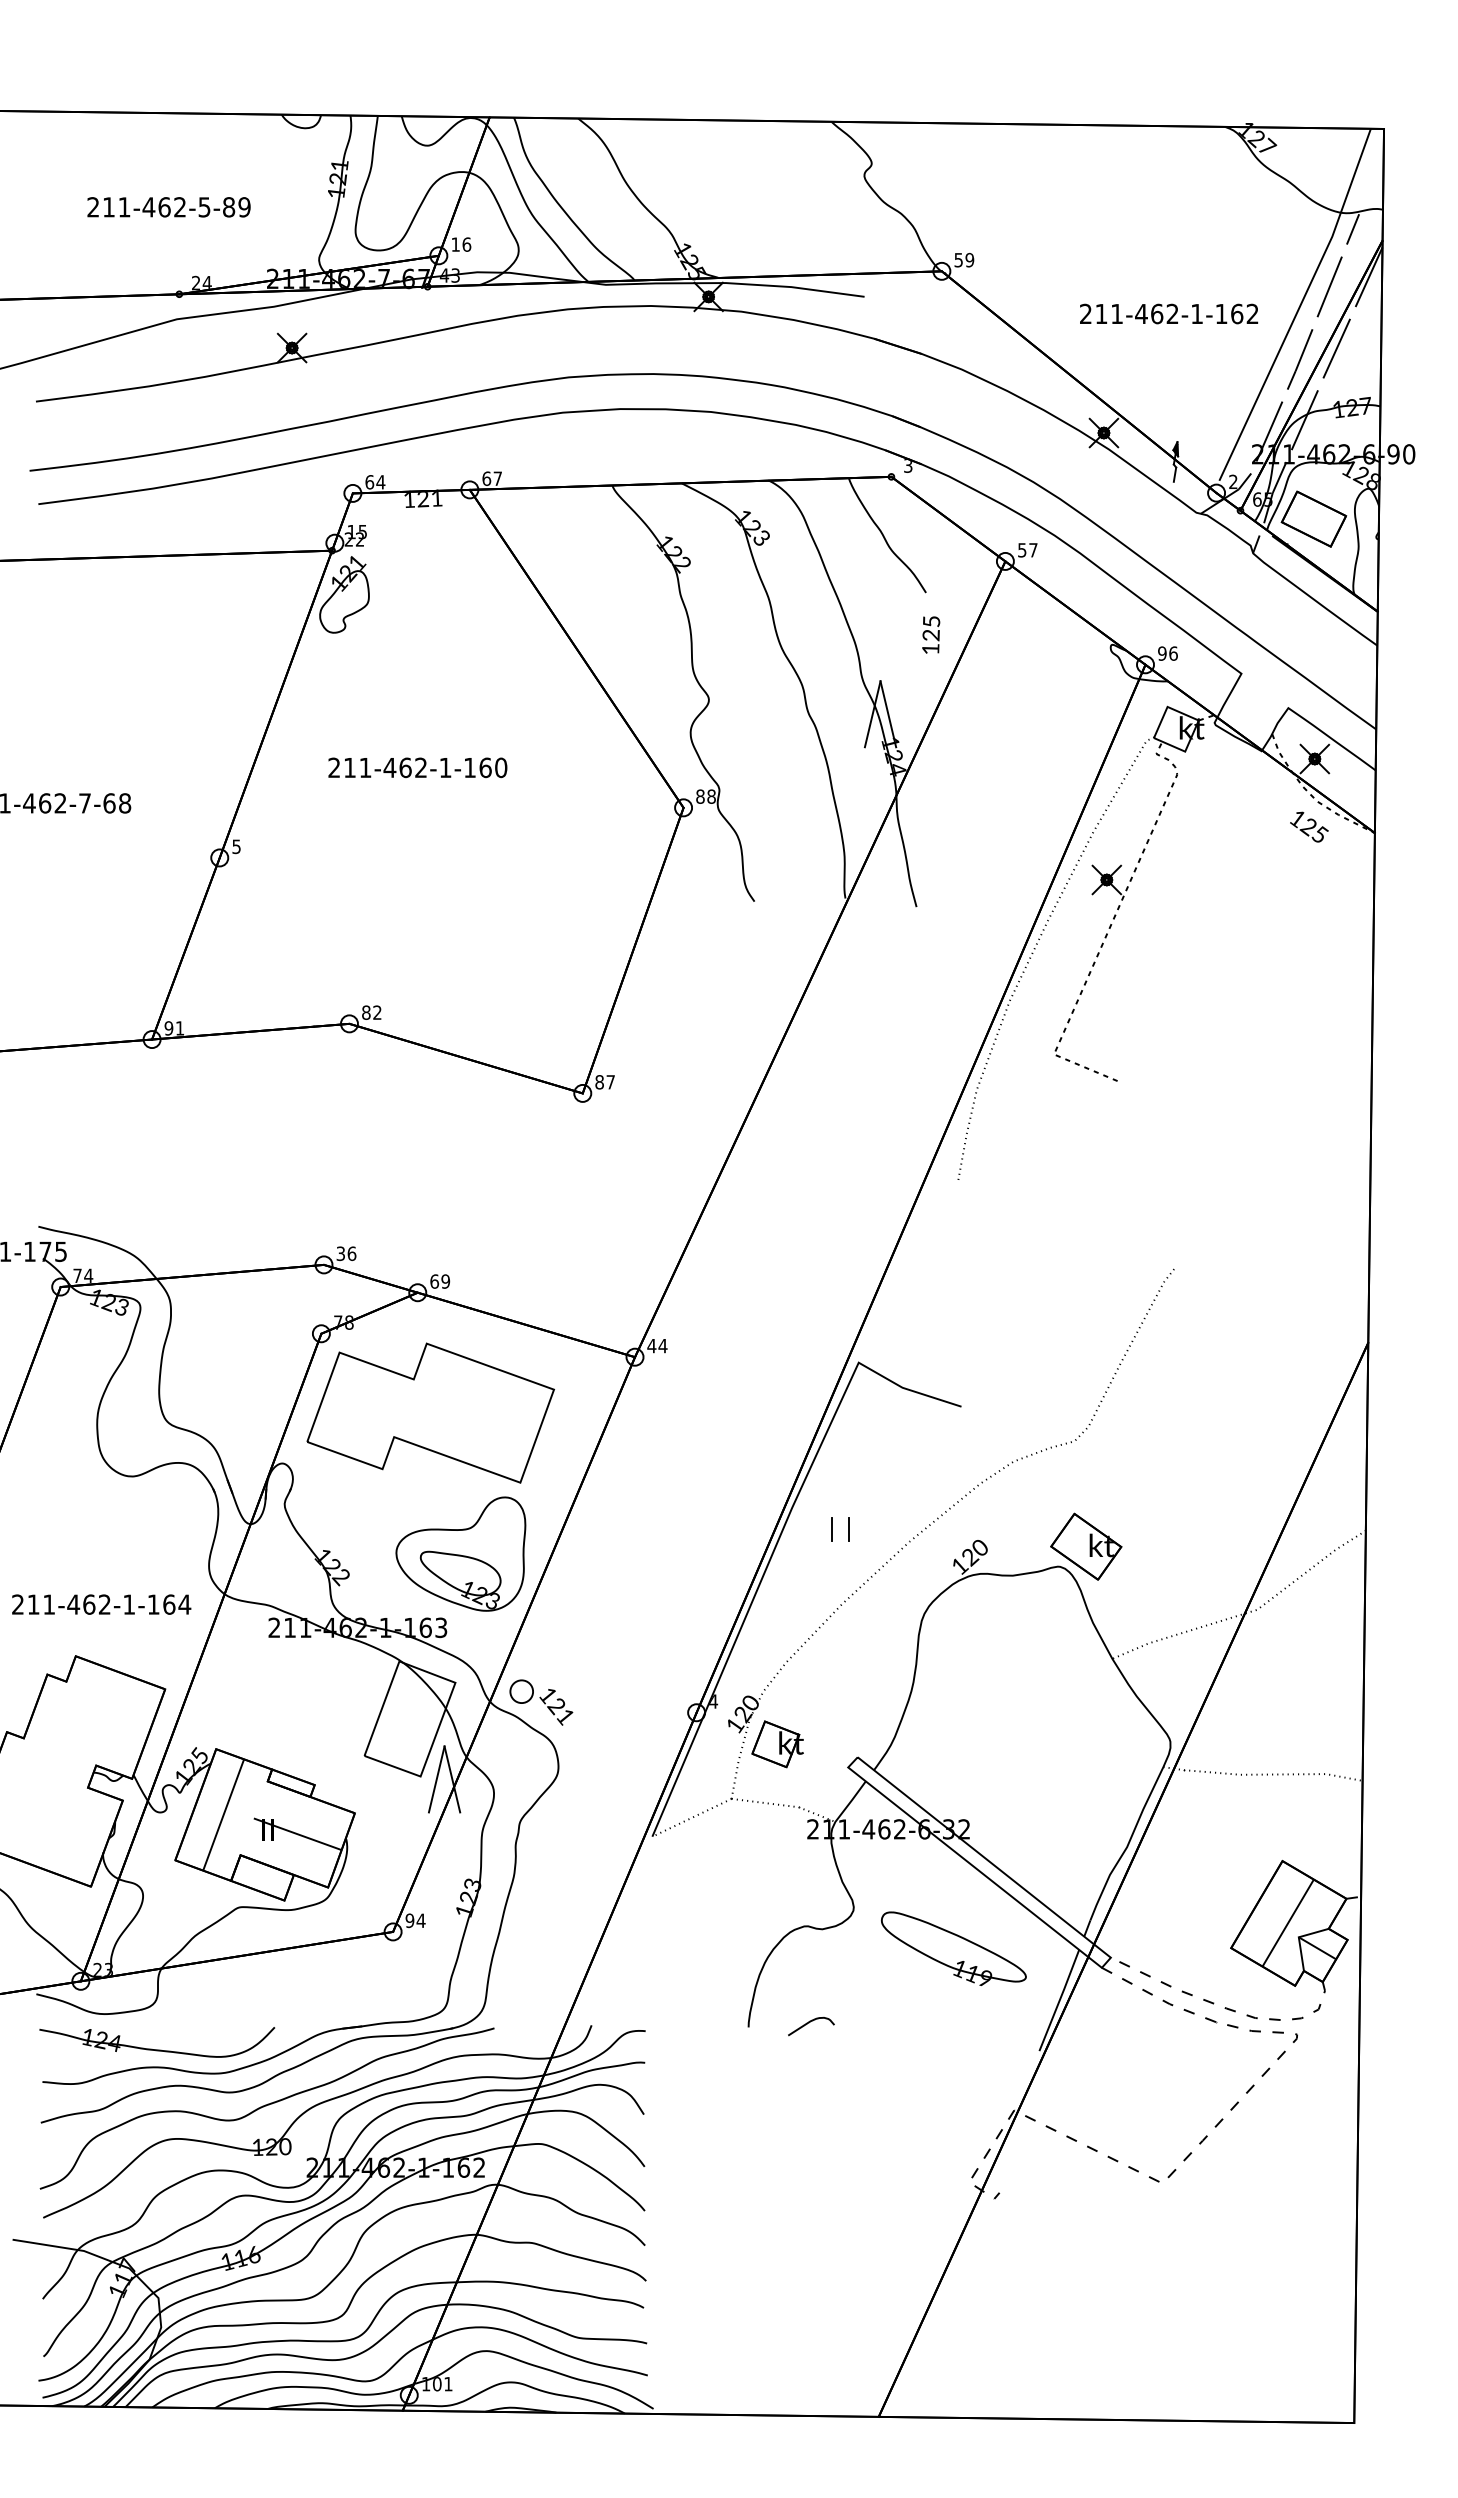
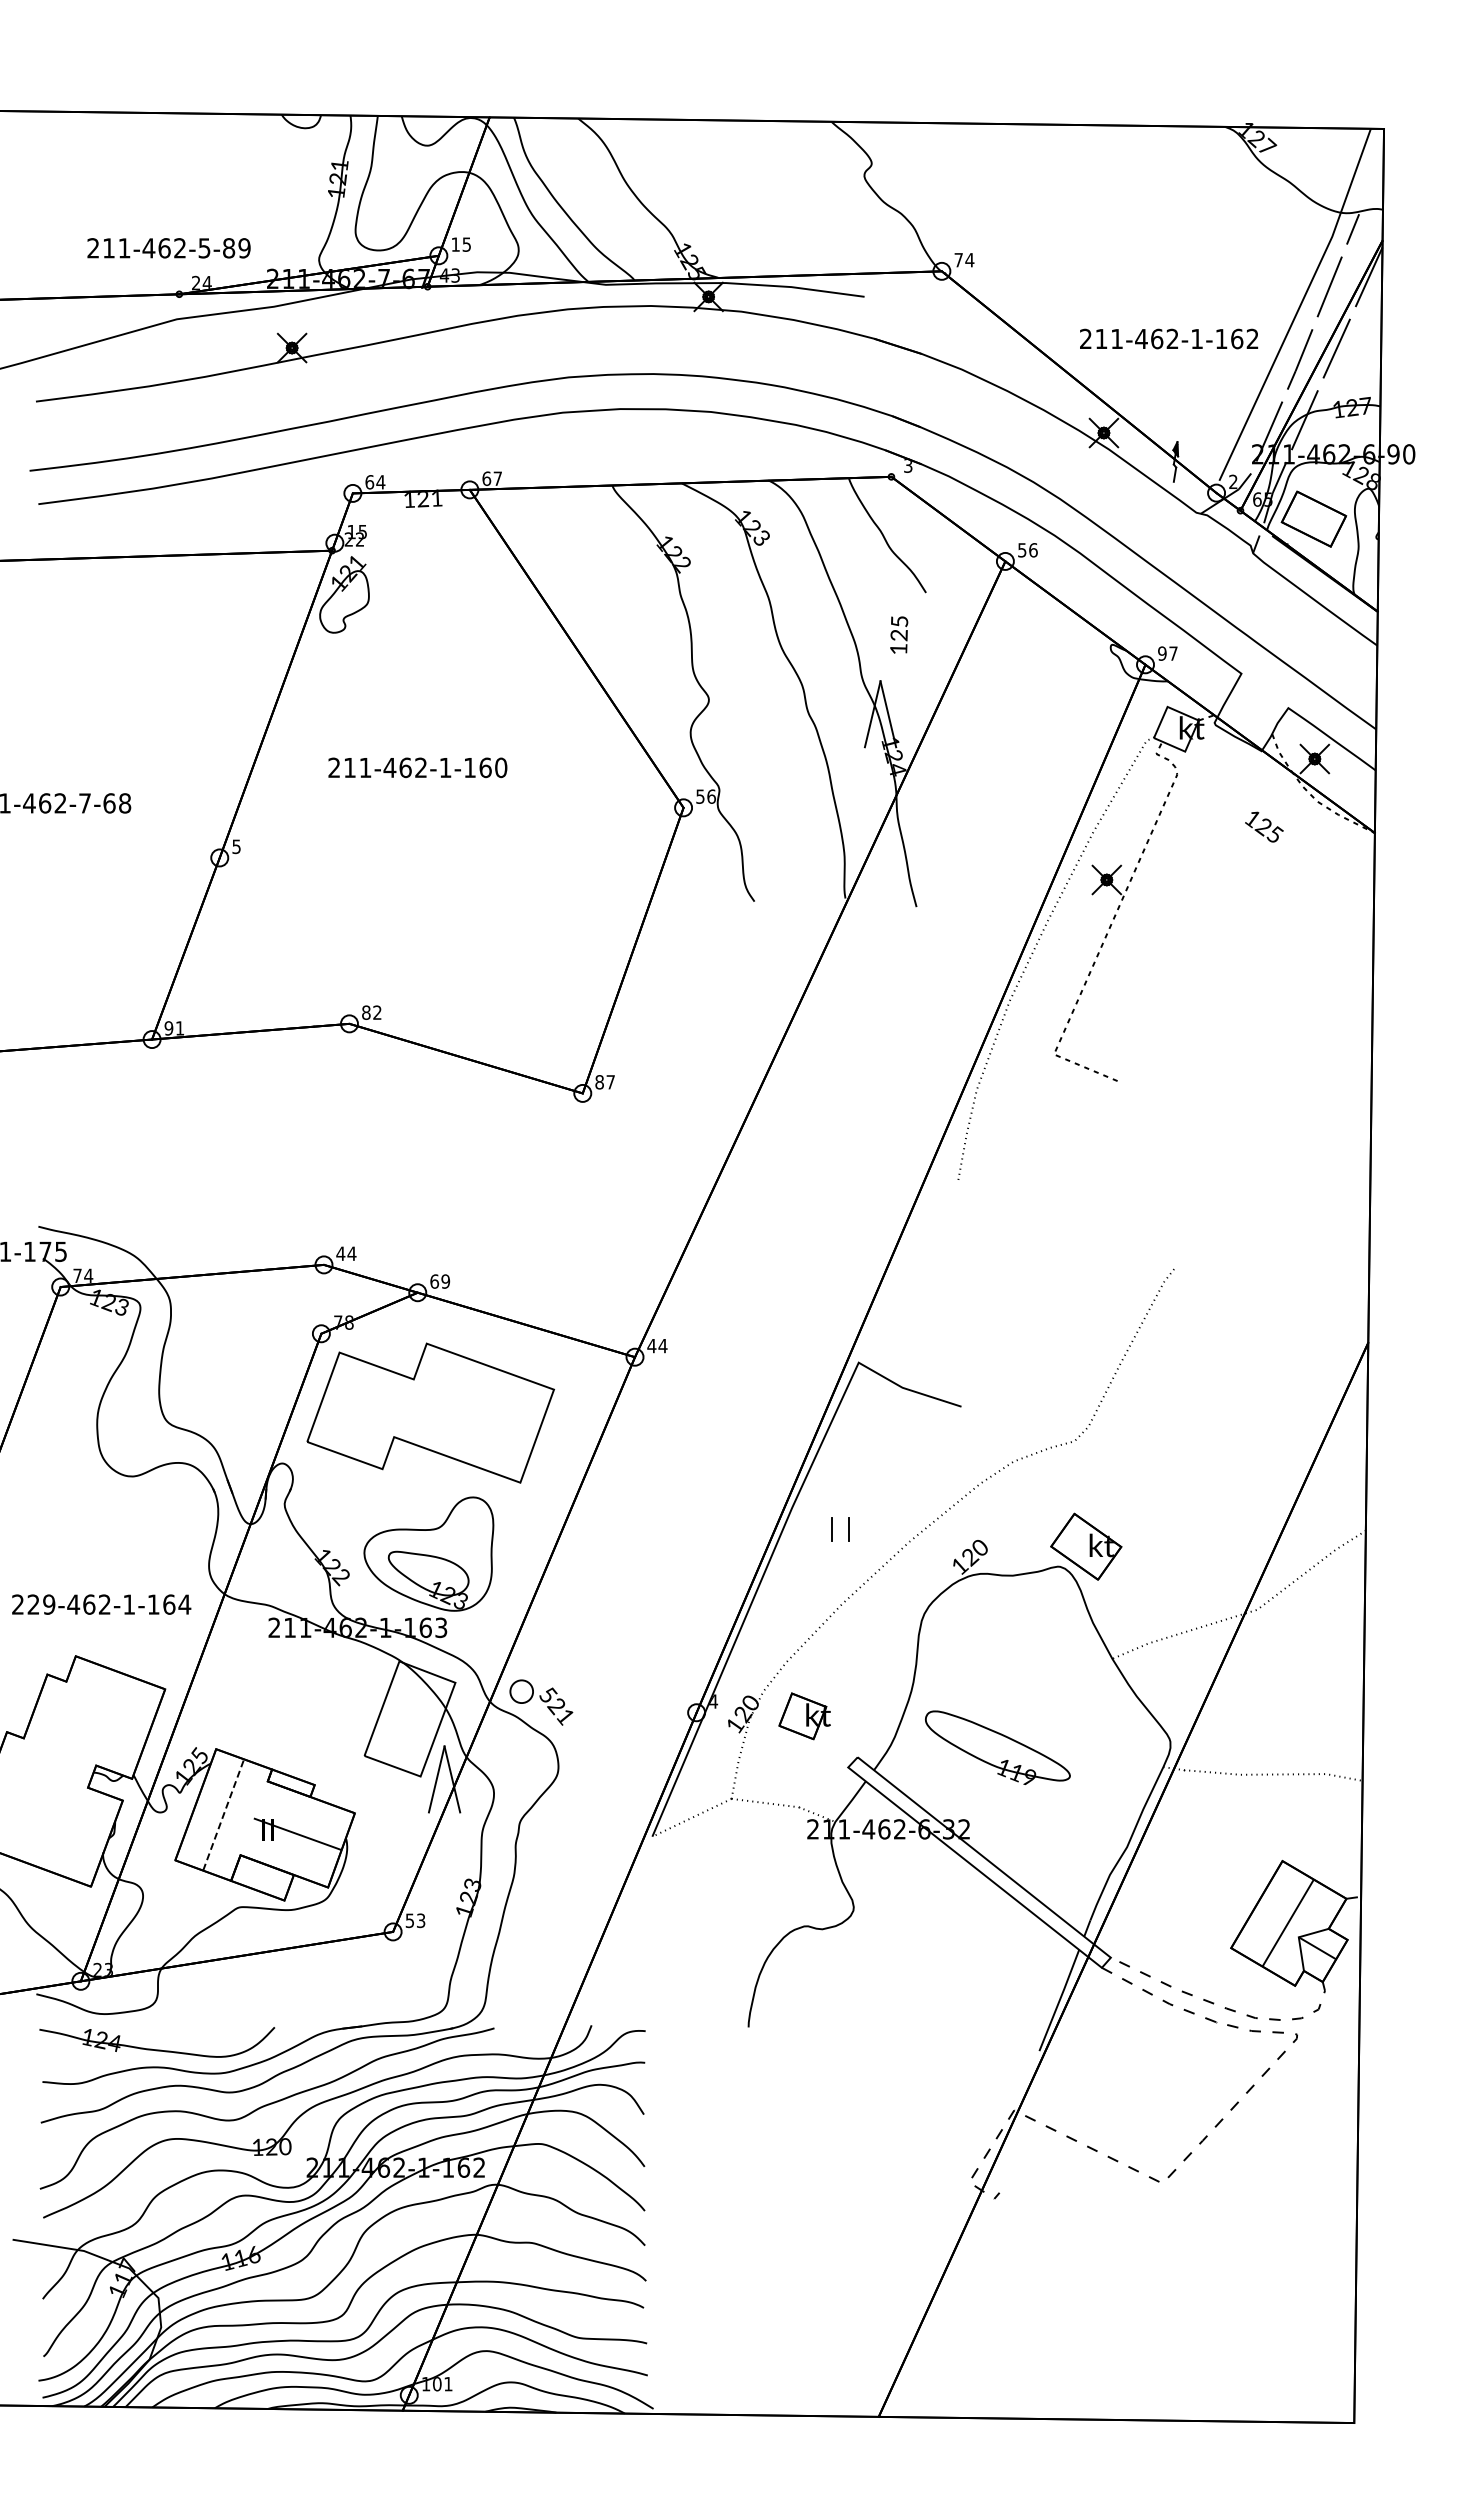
text at (168, 207) position: (168, 207) -> (168, 248)
text at (466, 244): 16 -> 15
text at (964, 259): 59 -> 74
text at (1169, 313) position: (1169, 313) -> (1169, 338)
text at (1033, 550): 57 -> 56
text at (931, 634) position: (931, 634) -> (899, 634)
text at (1173, 653): 96 -> 97
text at (705, 796): 88 -> 56
text at (1309, 826) position: (1309, 826) -> (1264, 826)
text at (346, 1253): 36 -> 44
part at (460, 1553) position: (460, 1553) -> (428, 1553)
text at (41, 1604): 211-462-1-164 -> 229-462-1-164
text at (548, 1695): 121 -> 521
part at (777, 1744) position: (777, 1744) -> (804, 1716)
line at (223, 1814): solid -> dashed
text at (415, 1920): 94 -> 53
part at (953, 1948) position: (953, 1948) -> (997, 1747)
curve at (809, 2023): present -> none
